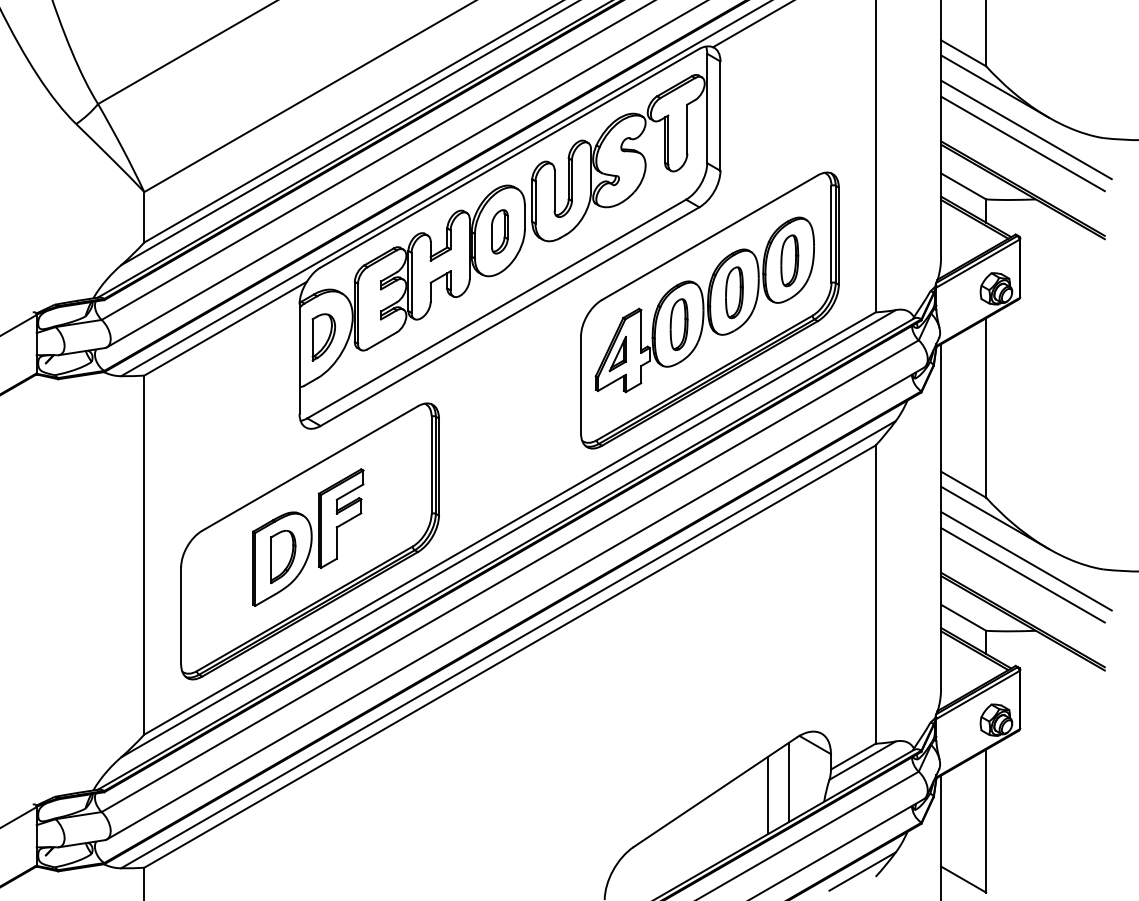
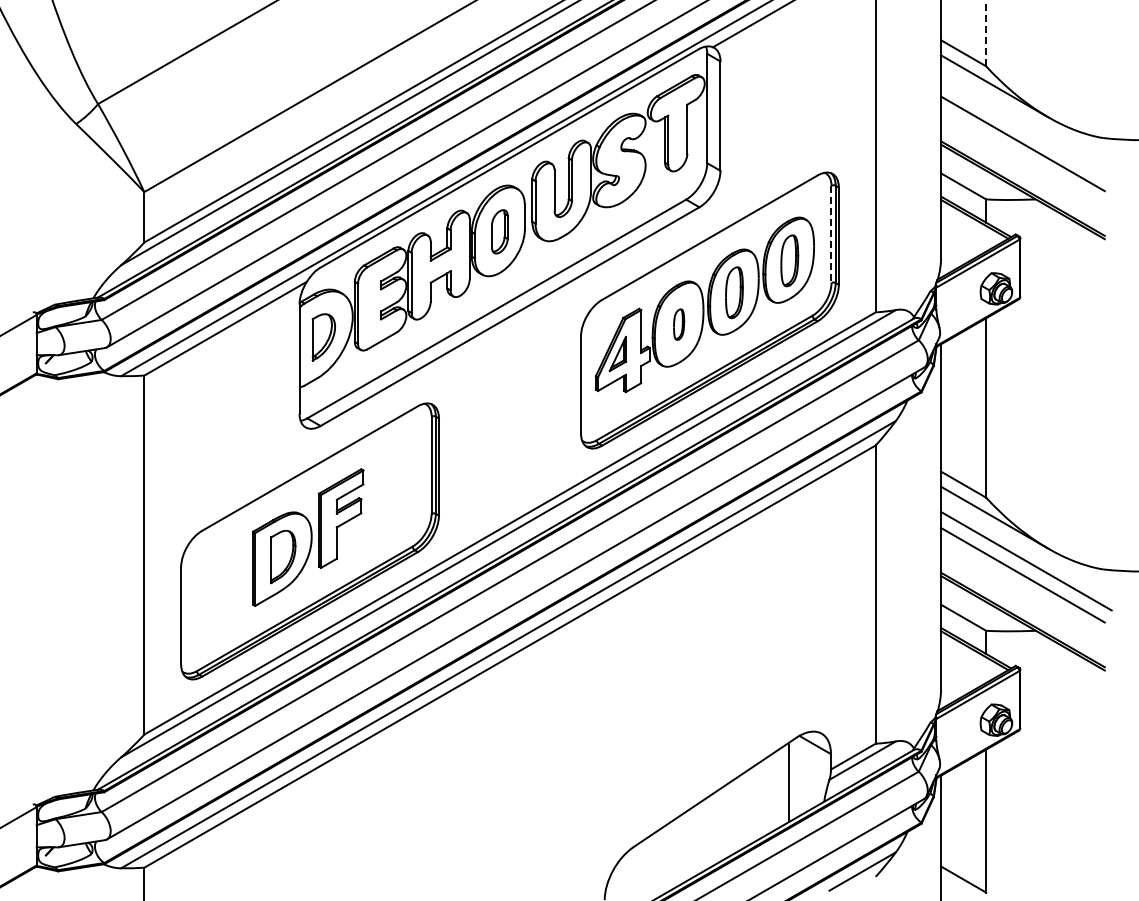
line at (986, 33): solid -> dashed
line at (1026, 129): present -> none
line at (831, 234): solid -> dashed
part at (678, 324) size: 20x53 px -> 13x33 px
line at (767, 795): present -> none
